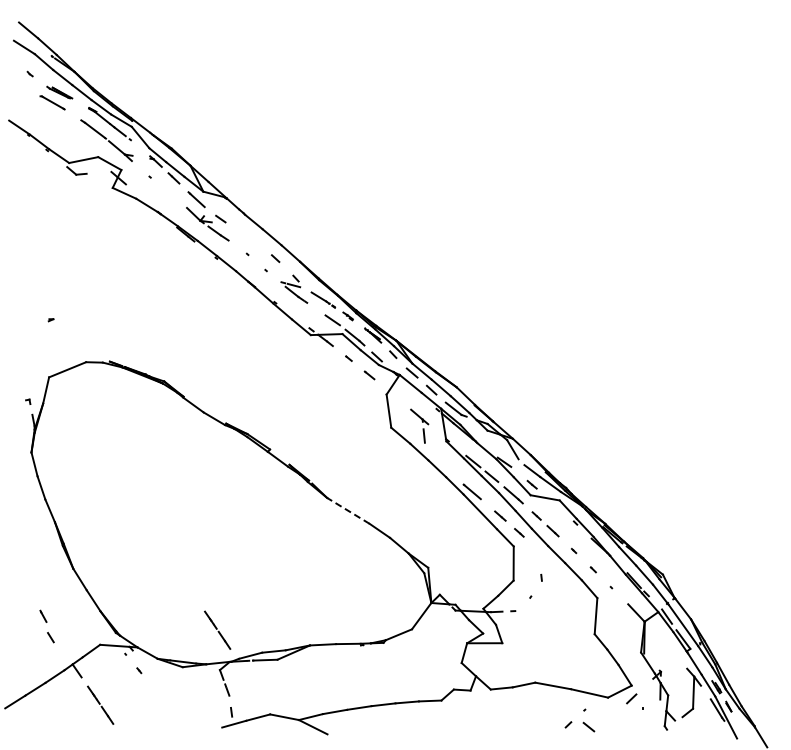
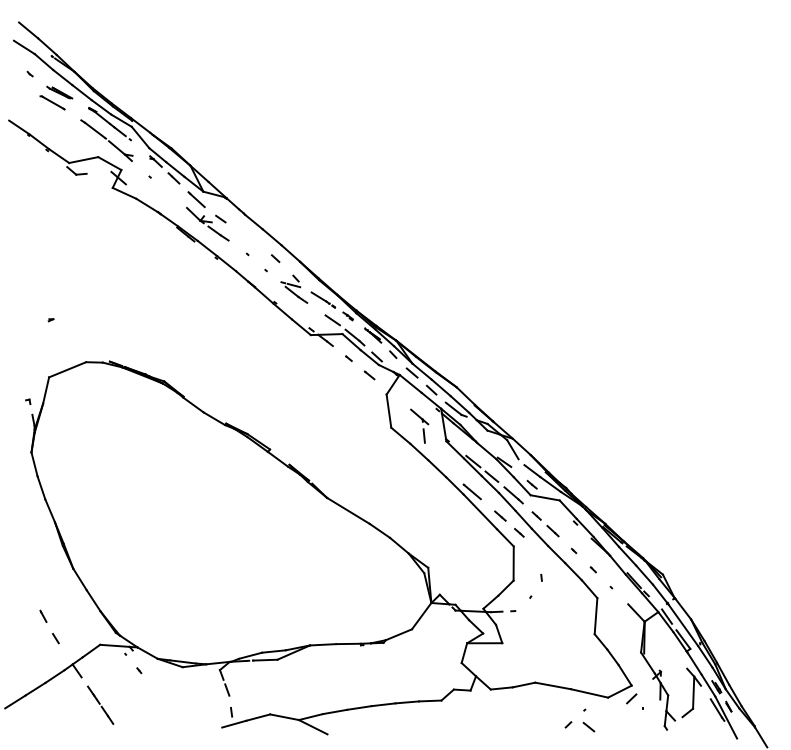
line at (348, 510): dashed -> solid
line at (217, 629): present -> none
line at (50, 637) position: (50, 637) -> (55, 638)
